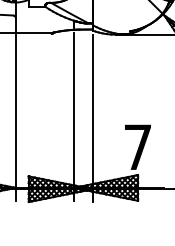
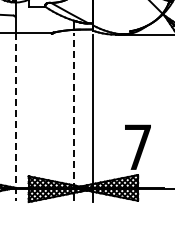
line at (15, 117): solid -> dashed
line at (73, 117): solid -> dashed
